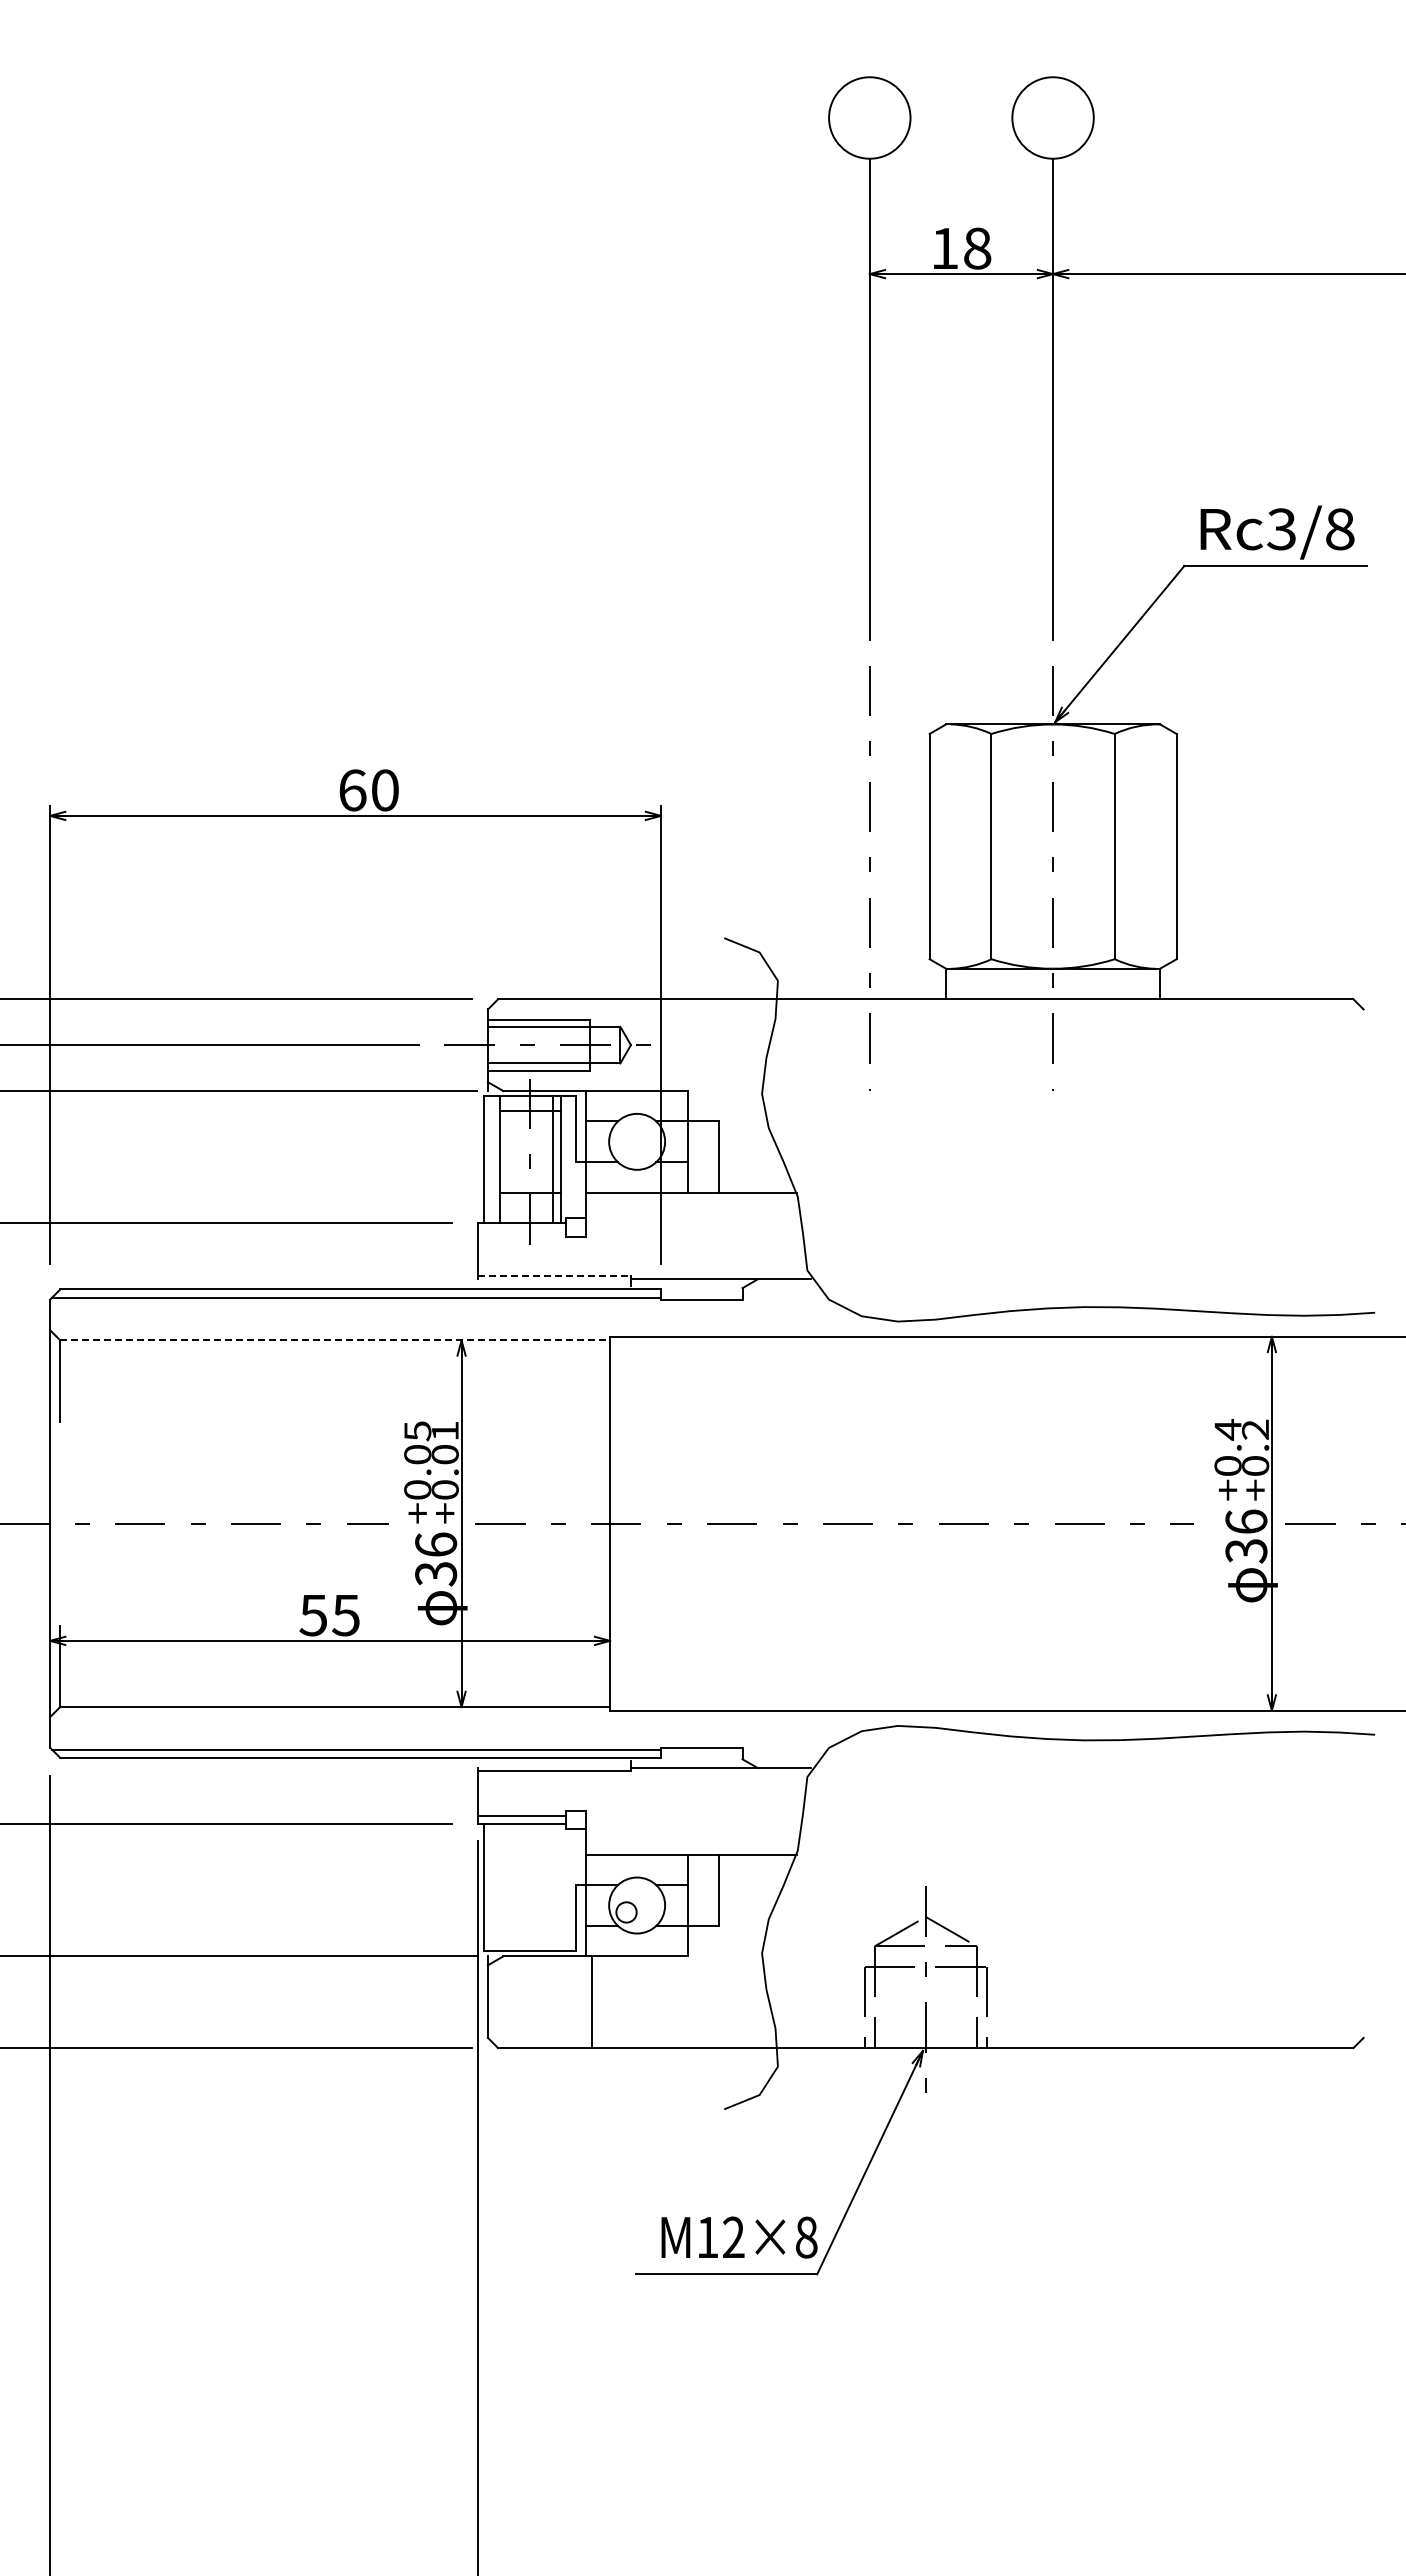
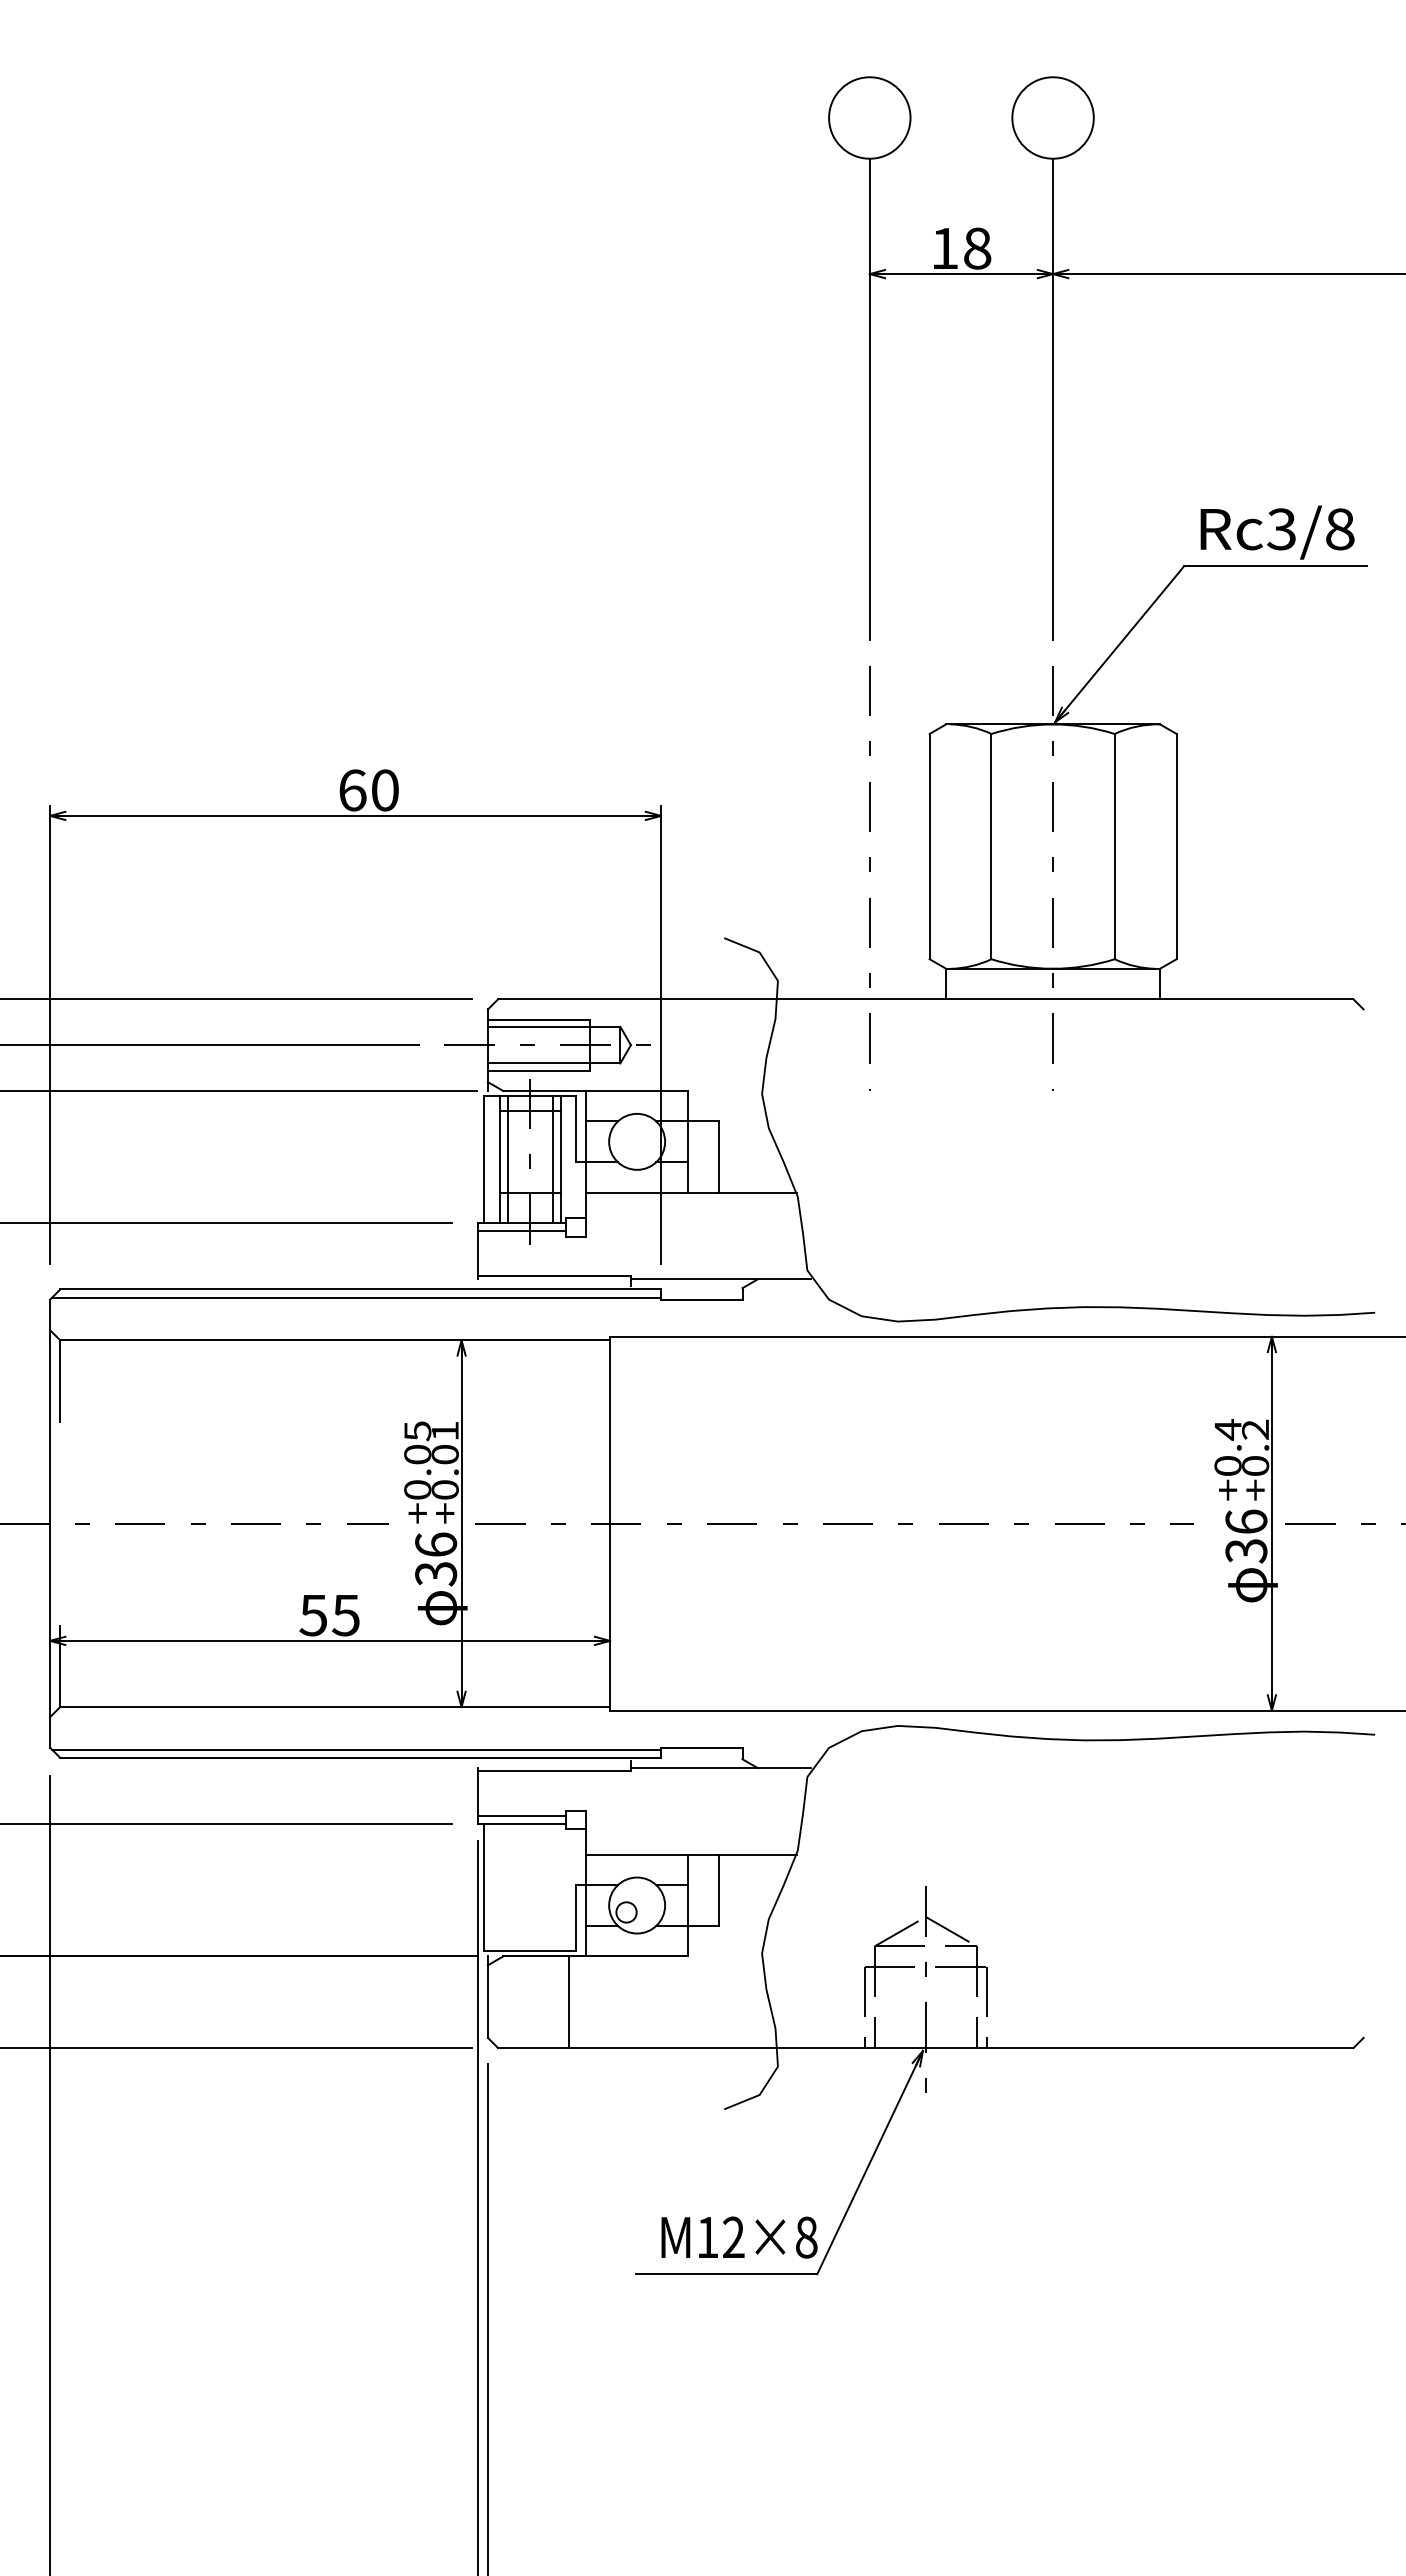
line at (507, 1159): none -> present
line at (521, 1231): none -> present
line at (554, 1276): dashed -> solid
line at (335, 1340): dashed -> solid
line at (592, 2002) position: (592, 2002) -> (569, 2002)
line at (487, 2317): none -> present
